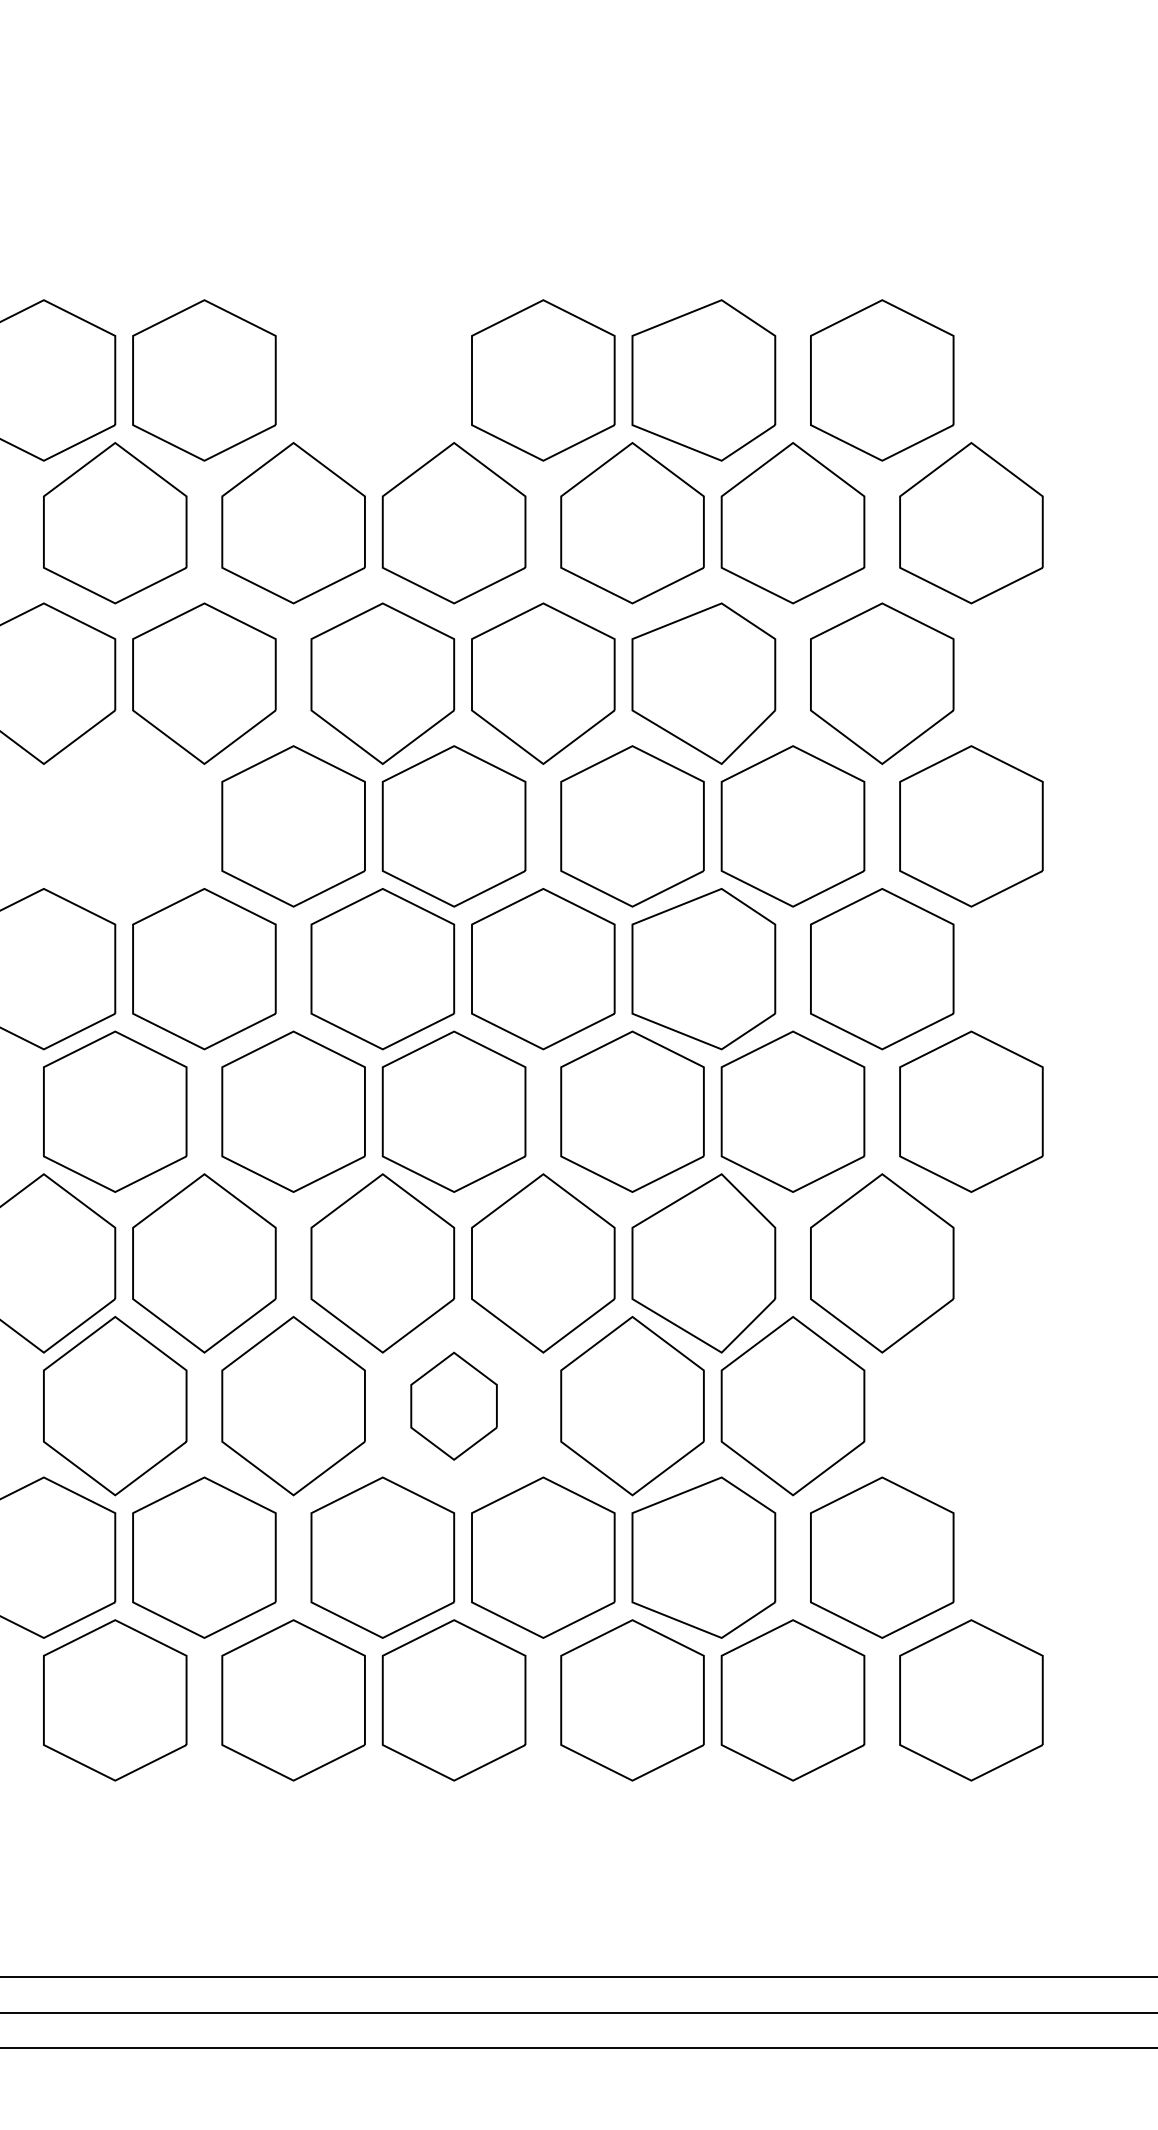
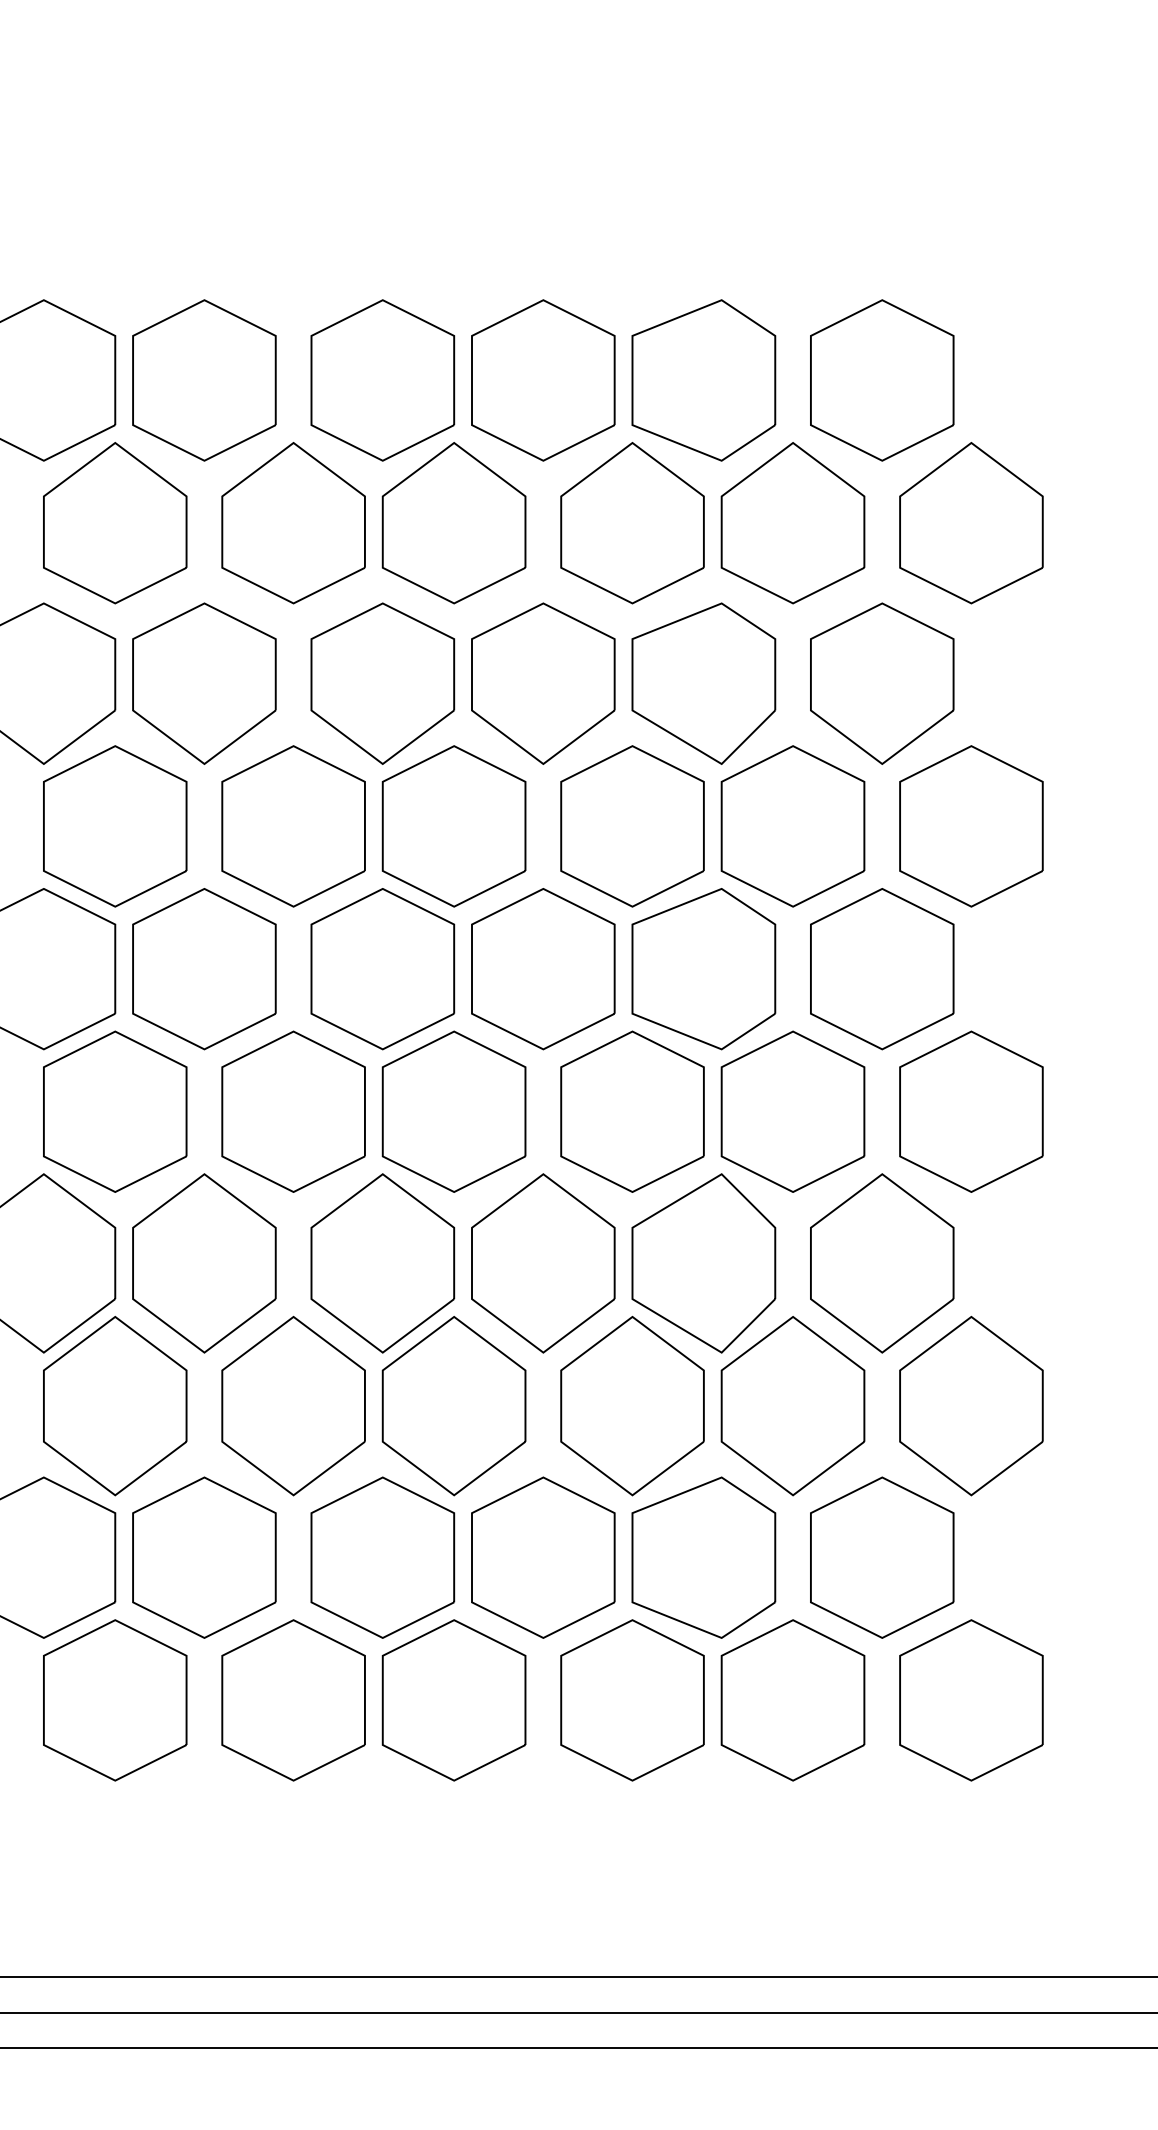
part at (382, 380): none -> present
part at (115, 826): none -> present
part at (453, 1405) size: 88x110 px -> 146x181 px
part at (971, 1406): none -> present
